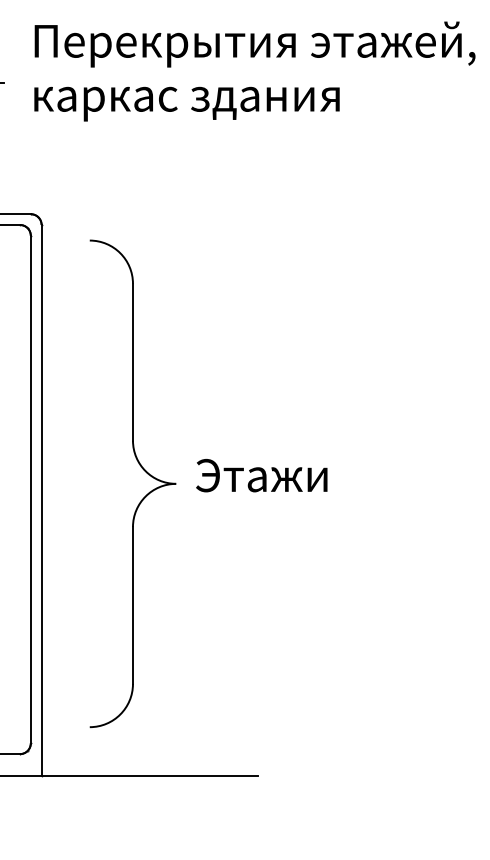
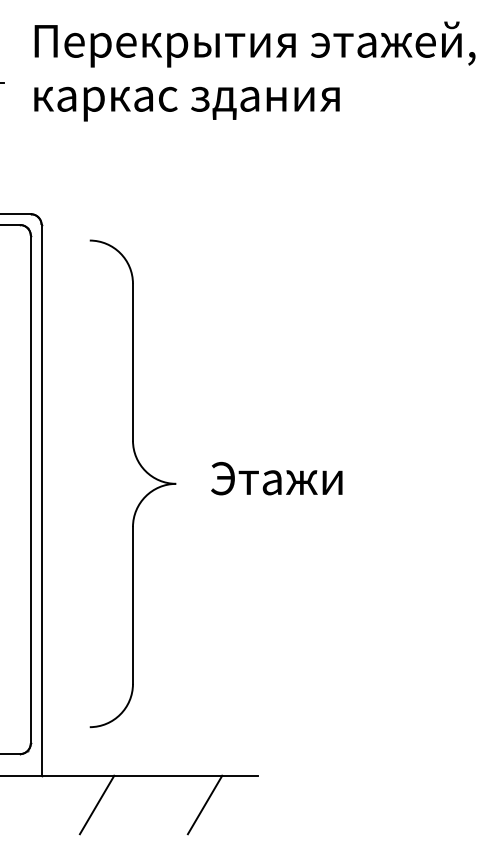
text at (261, 475) position: (261, 475) -> (276, 478)
line at (96, 804): none -> present
line at (204, 804): none -> present
